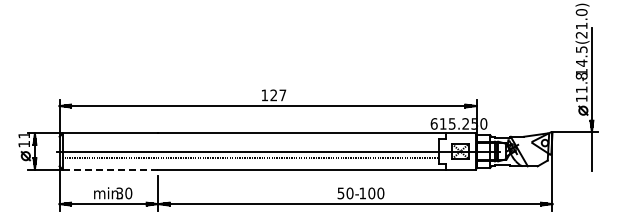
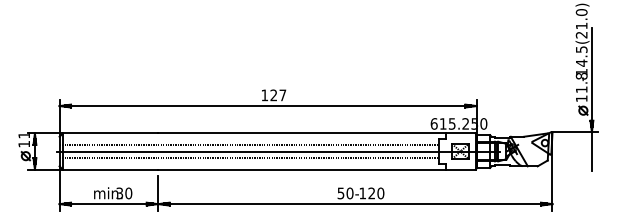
line at (249, 144): none -> present
line at (110, 169): dashed -> solid
text at (371, 193): 100 -> 120
